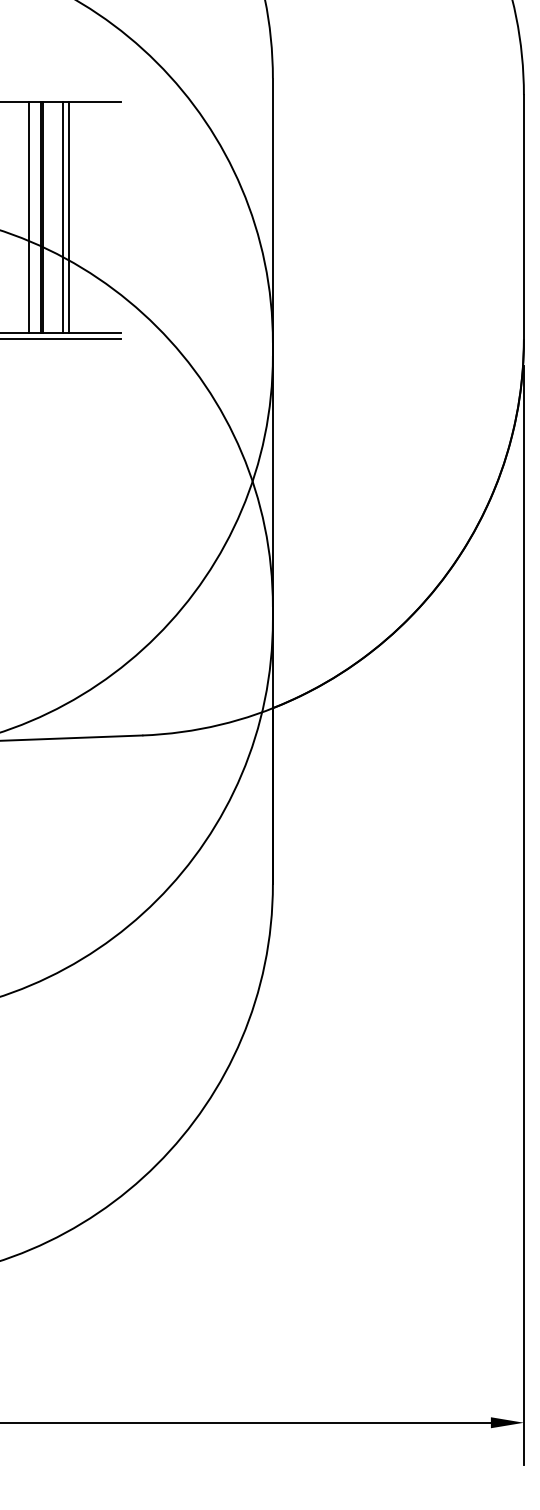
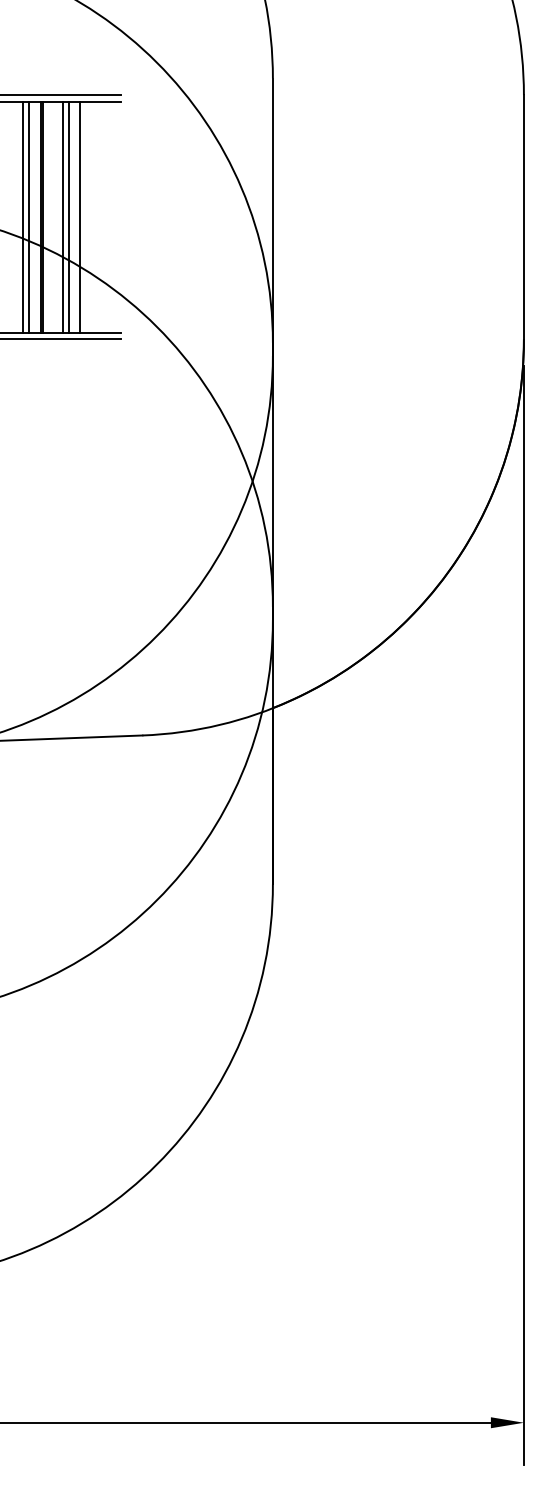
line at (61, 95): none -> present
line at (23, 216): none -> present
line at (80, 216): none -> present
